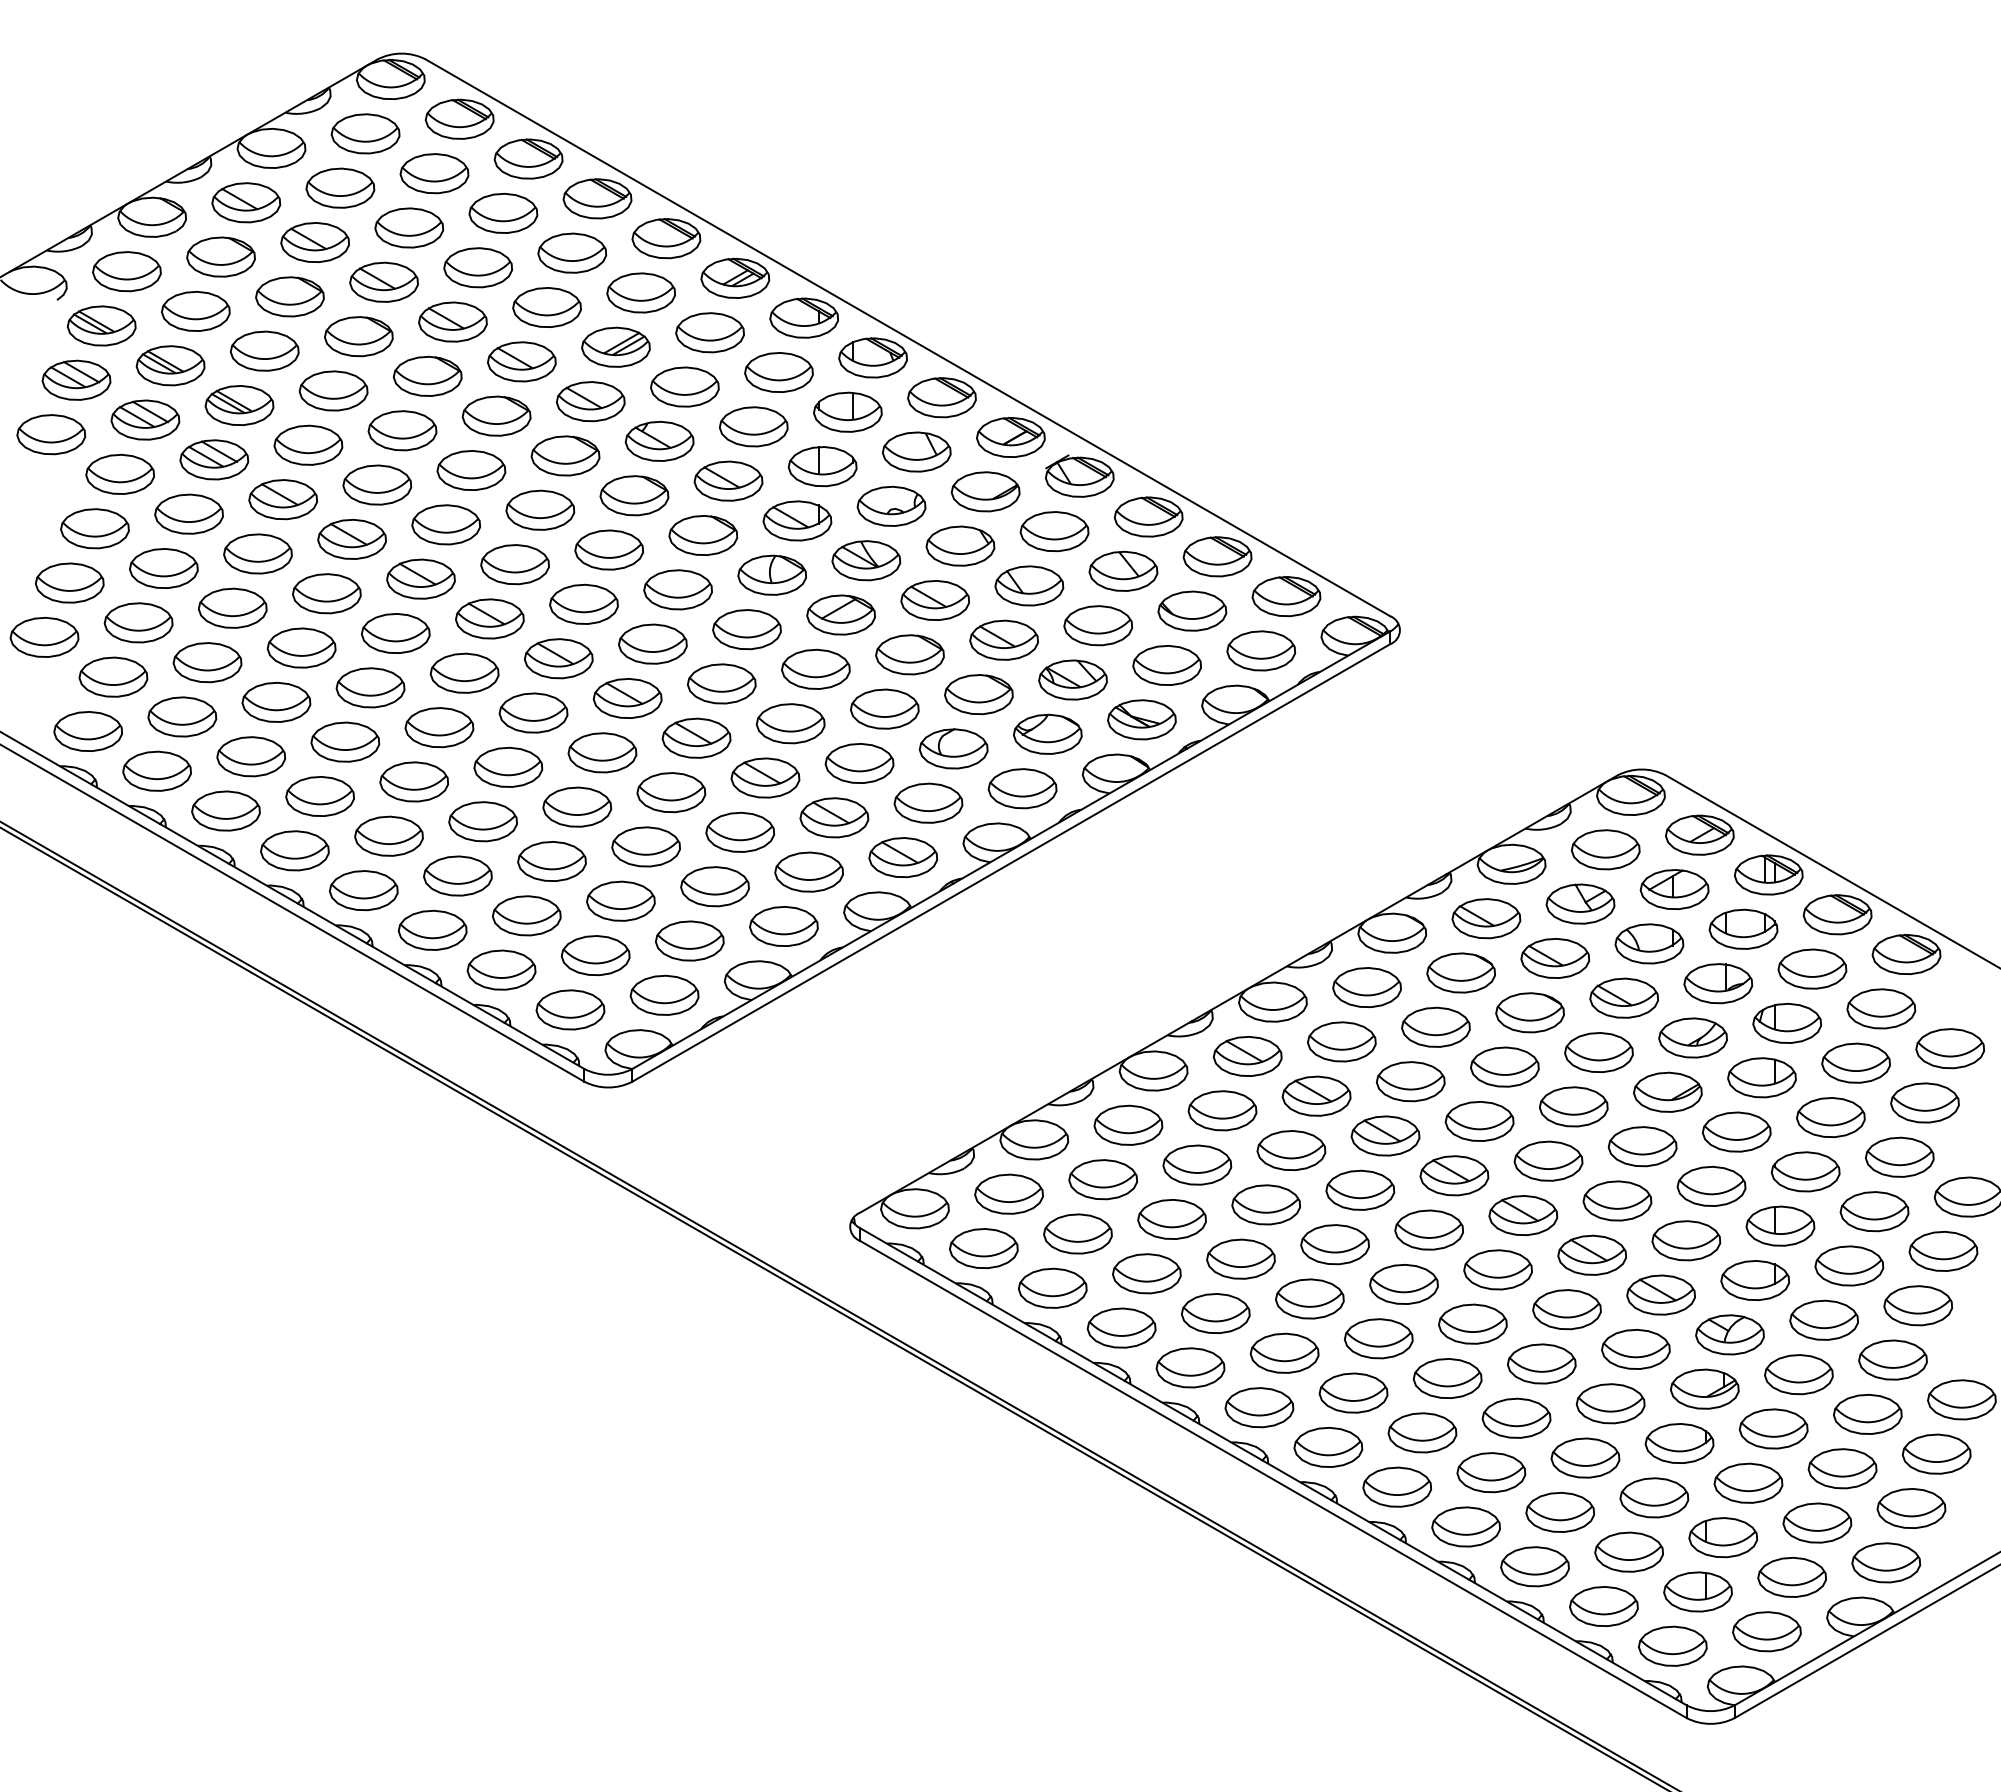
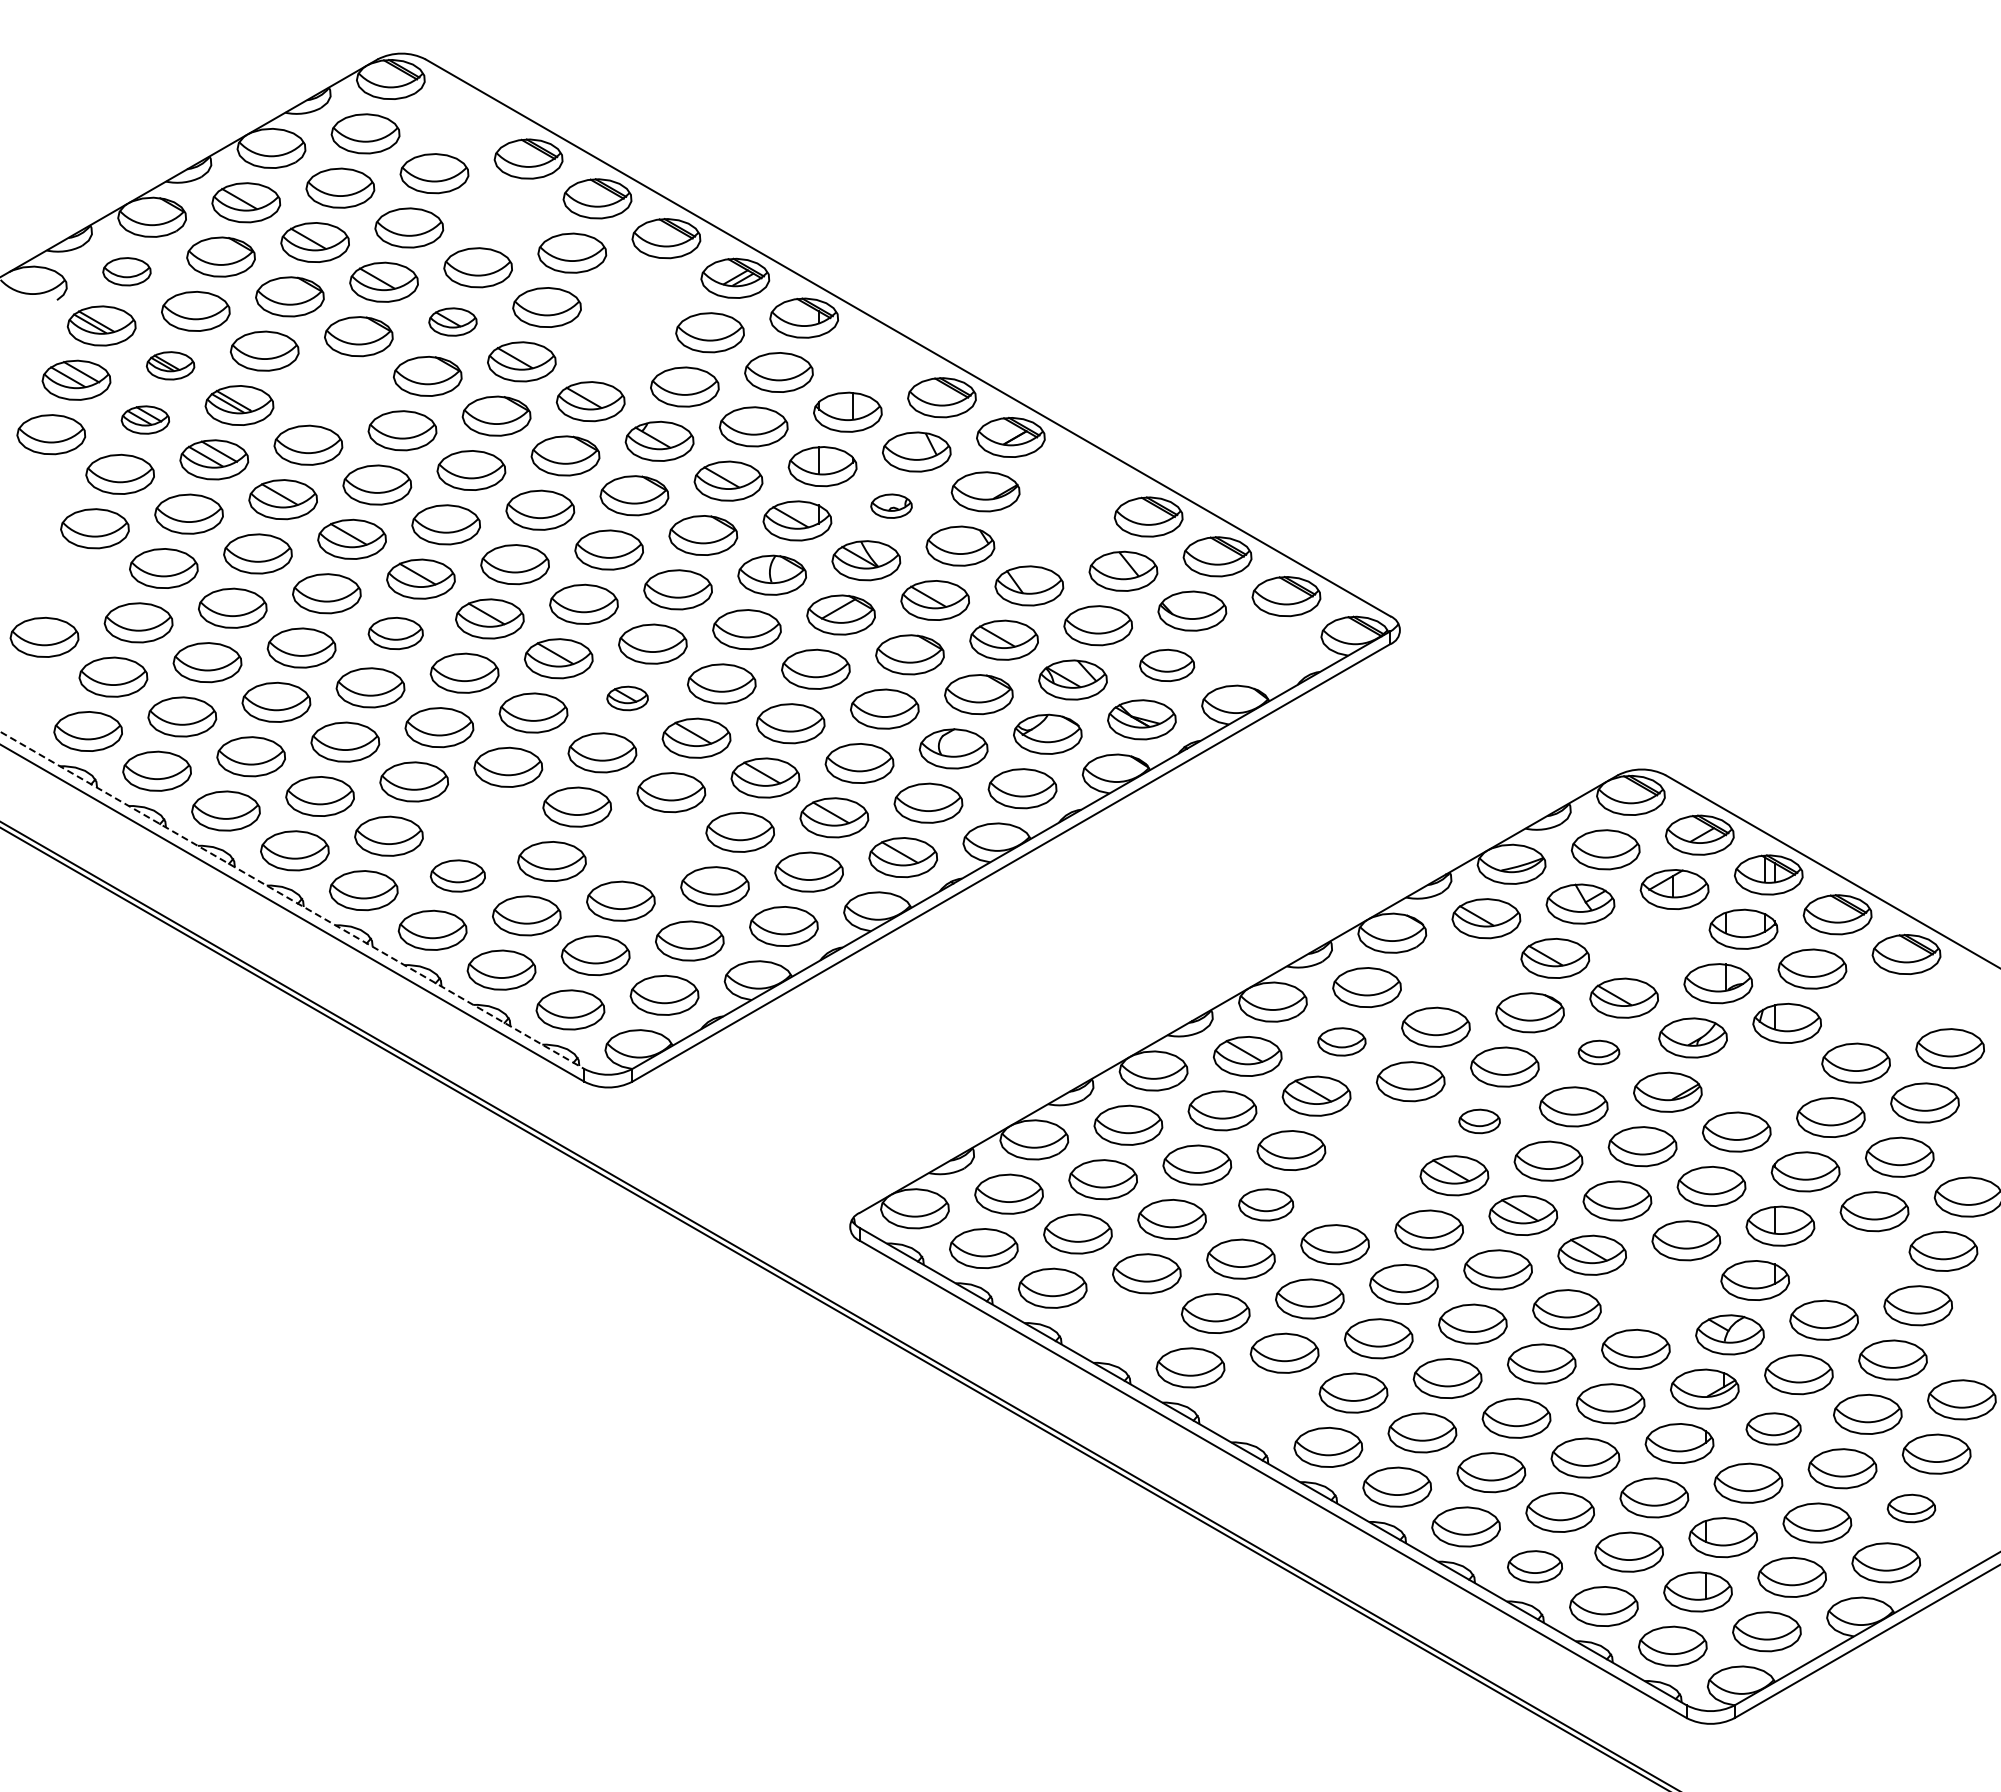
part at (459, 118): present -> none
part at (503, 212): present -> none
part at (126, 271) size: 70x42 px -> 50x30 px
part at (640, 292): present -> none
part at (452, 321) size: 70x42 px -> 50x30 px
part at (615, 346): present -> none
part at (872, 357): present -> none
part at (170, 365) size: 71x42 px -> 50x30 px
part at (333, 390): present -> none
part at (145, 419) size: 71x42 px -> 51x30 px
part at (1079, 475): present -> none
part at (891, 505) size: 71x42 px -> 43x26 px
part at (1054, 531): present -> none
part at (69, 582): present -> none
part at (395, 633) size: 70x41 px -> 57x33 px
part at (1261, 650): present -> none
part at (1166, 665) size: 70x41 px -> 57x34 px
part at (627, 698) size: 71x41 px -> 43x27 px
part at (482, 821): present -> none
part at (645, 846): present -> none
part at (457, 875) size: 70x42 px -> 57x34 px
line at (292, 900): solid -> dashed
part at (1649, 943): present -> none
part at (1460, 972): present -> none
part at (1881, 1008): present -> none
part at (1341, 1041) size: 70x42 px -> 50x30 px
part at (1598, 1052) size: 70x41 px -> 44x27 px
part at (1761, 1077): present -> none
part at (1479, 1121) size: 71x41 px -> 43x27 px
part at (1385, 1135): present -> none
part at (1360, 1189): present -> none
part at (1265, 1204) size: 70x42 px -> 57x34 px
part at (1849, 1265): present -> none
part at (1660, 1294): present -> none
part at (1121, 1327): present -> none
part at (1259, 1407): present -> none
part at (1773, 1428) size: 71x42 px -> 57x34 px
part at (1911, 1508) size: 71x41 px -> 51x31 px
part at (1534, 1566) size: 70x42 px -> 57x34 px
